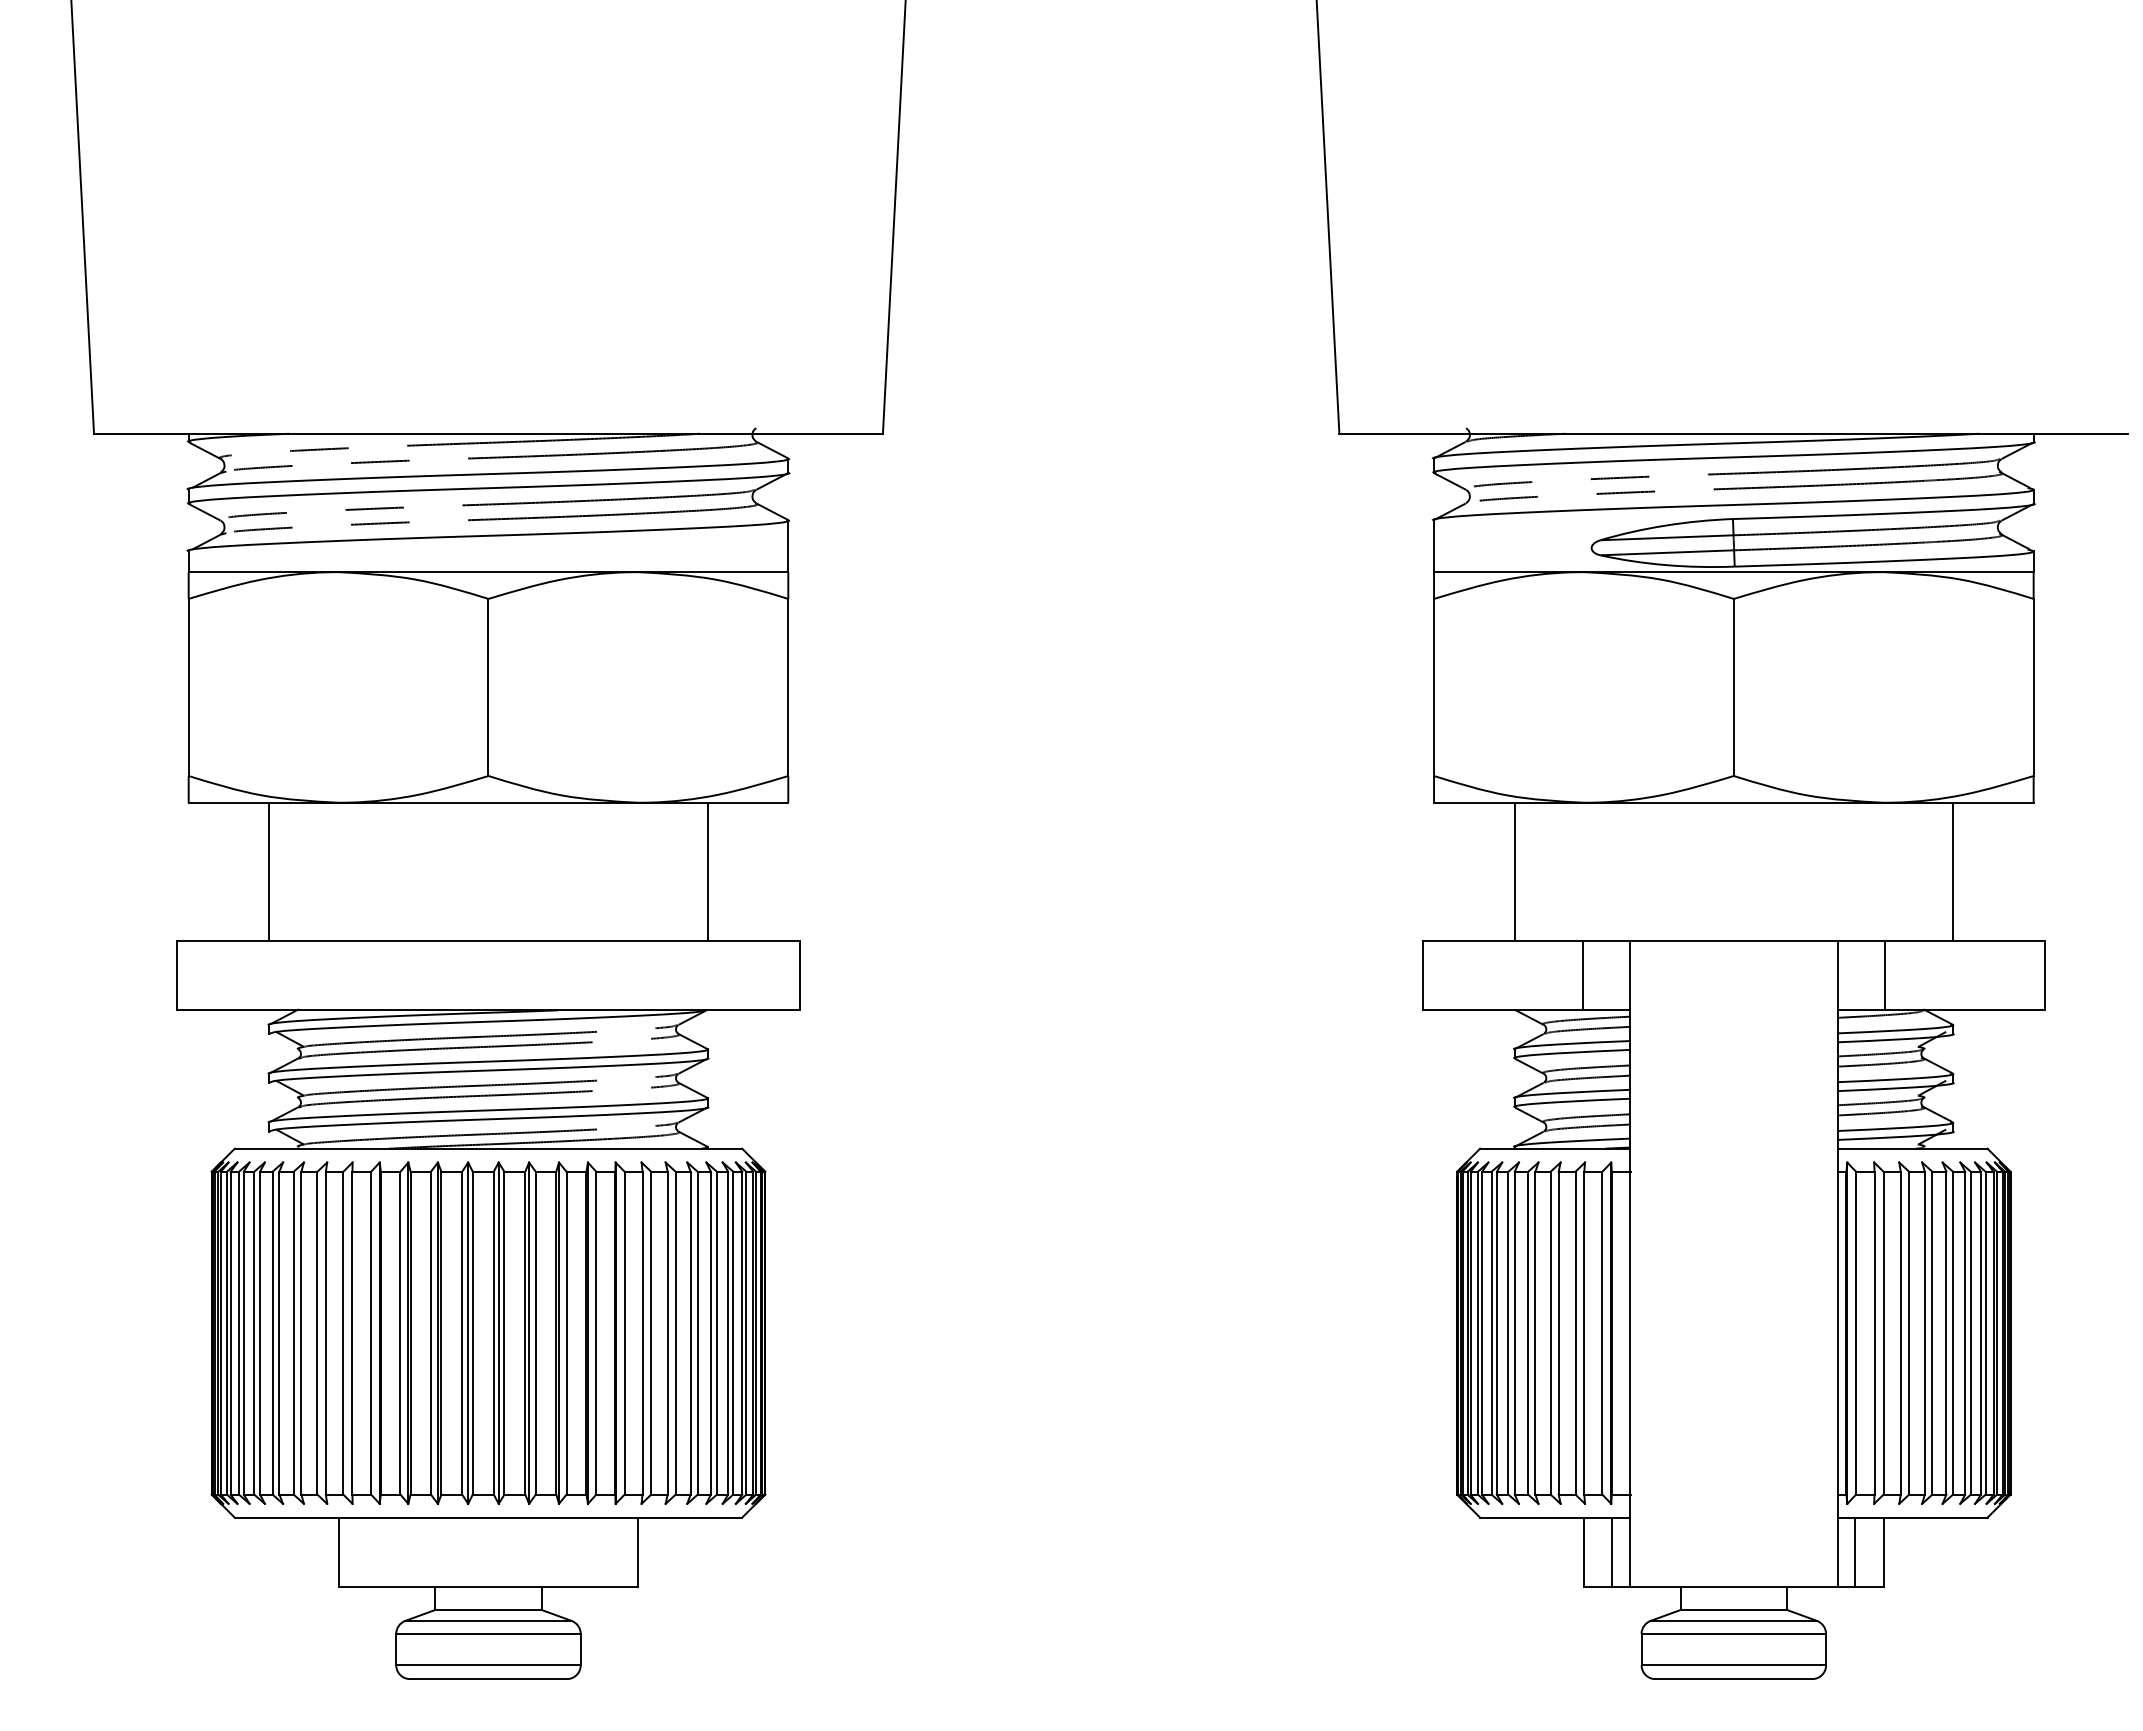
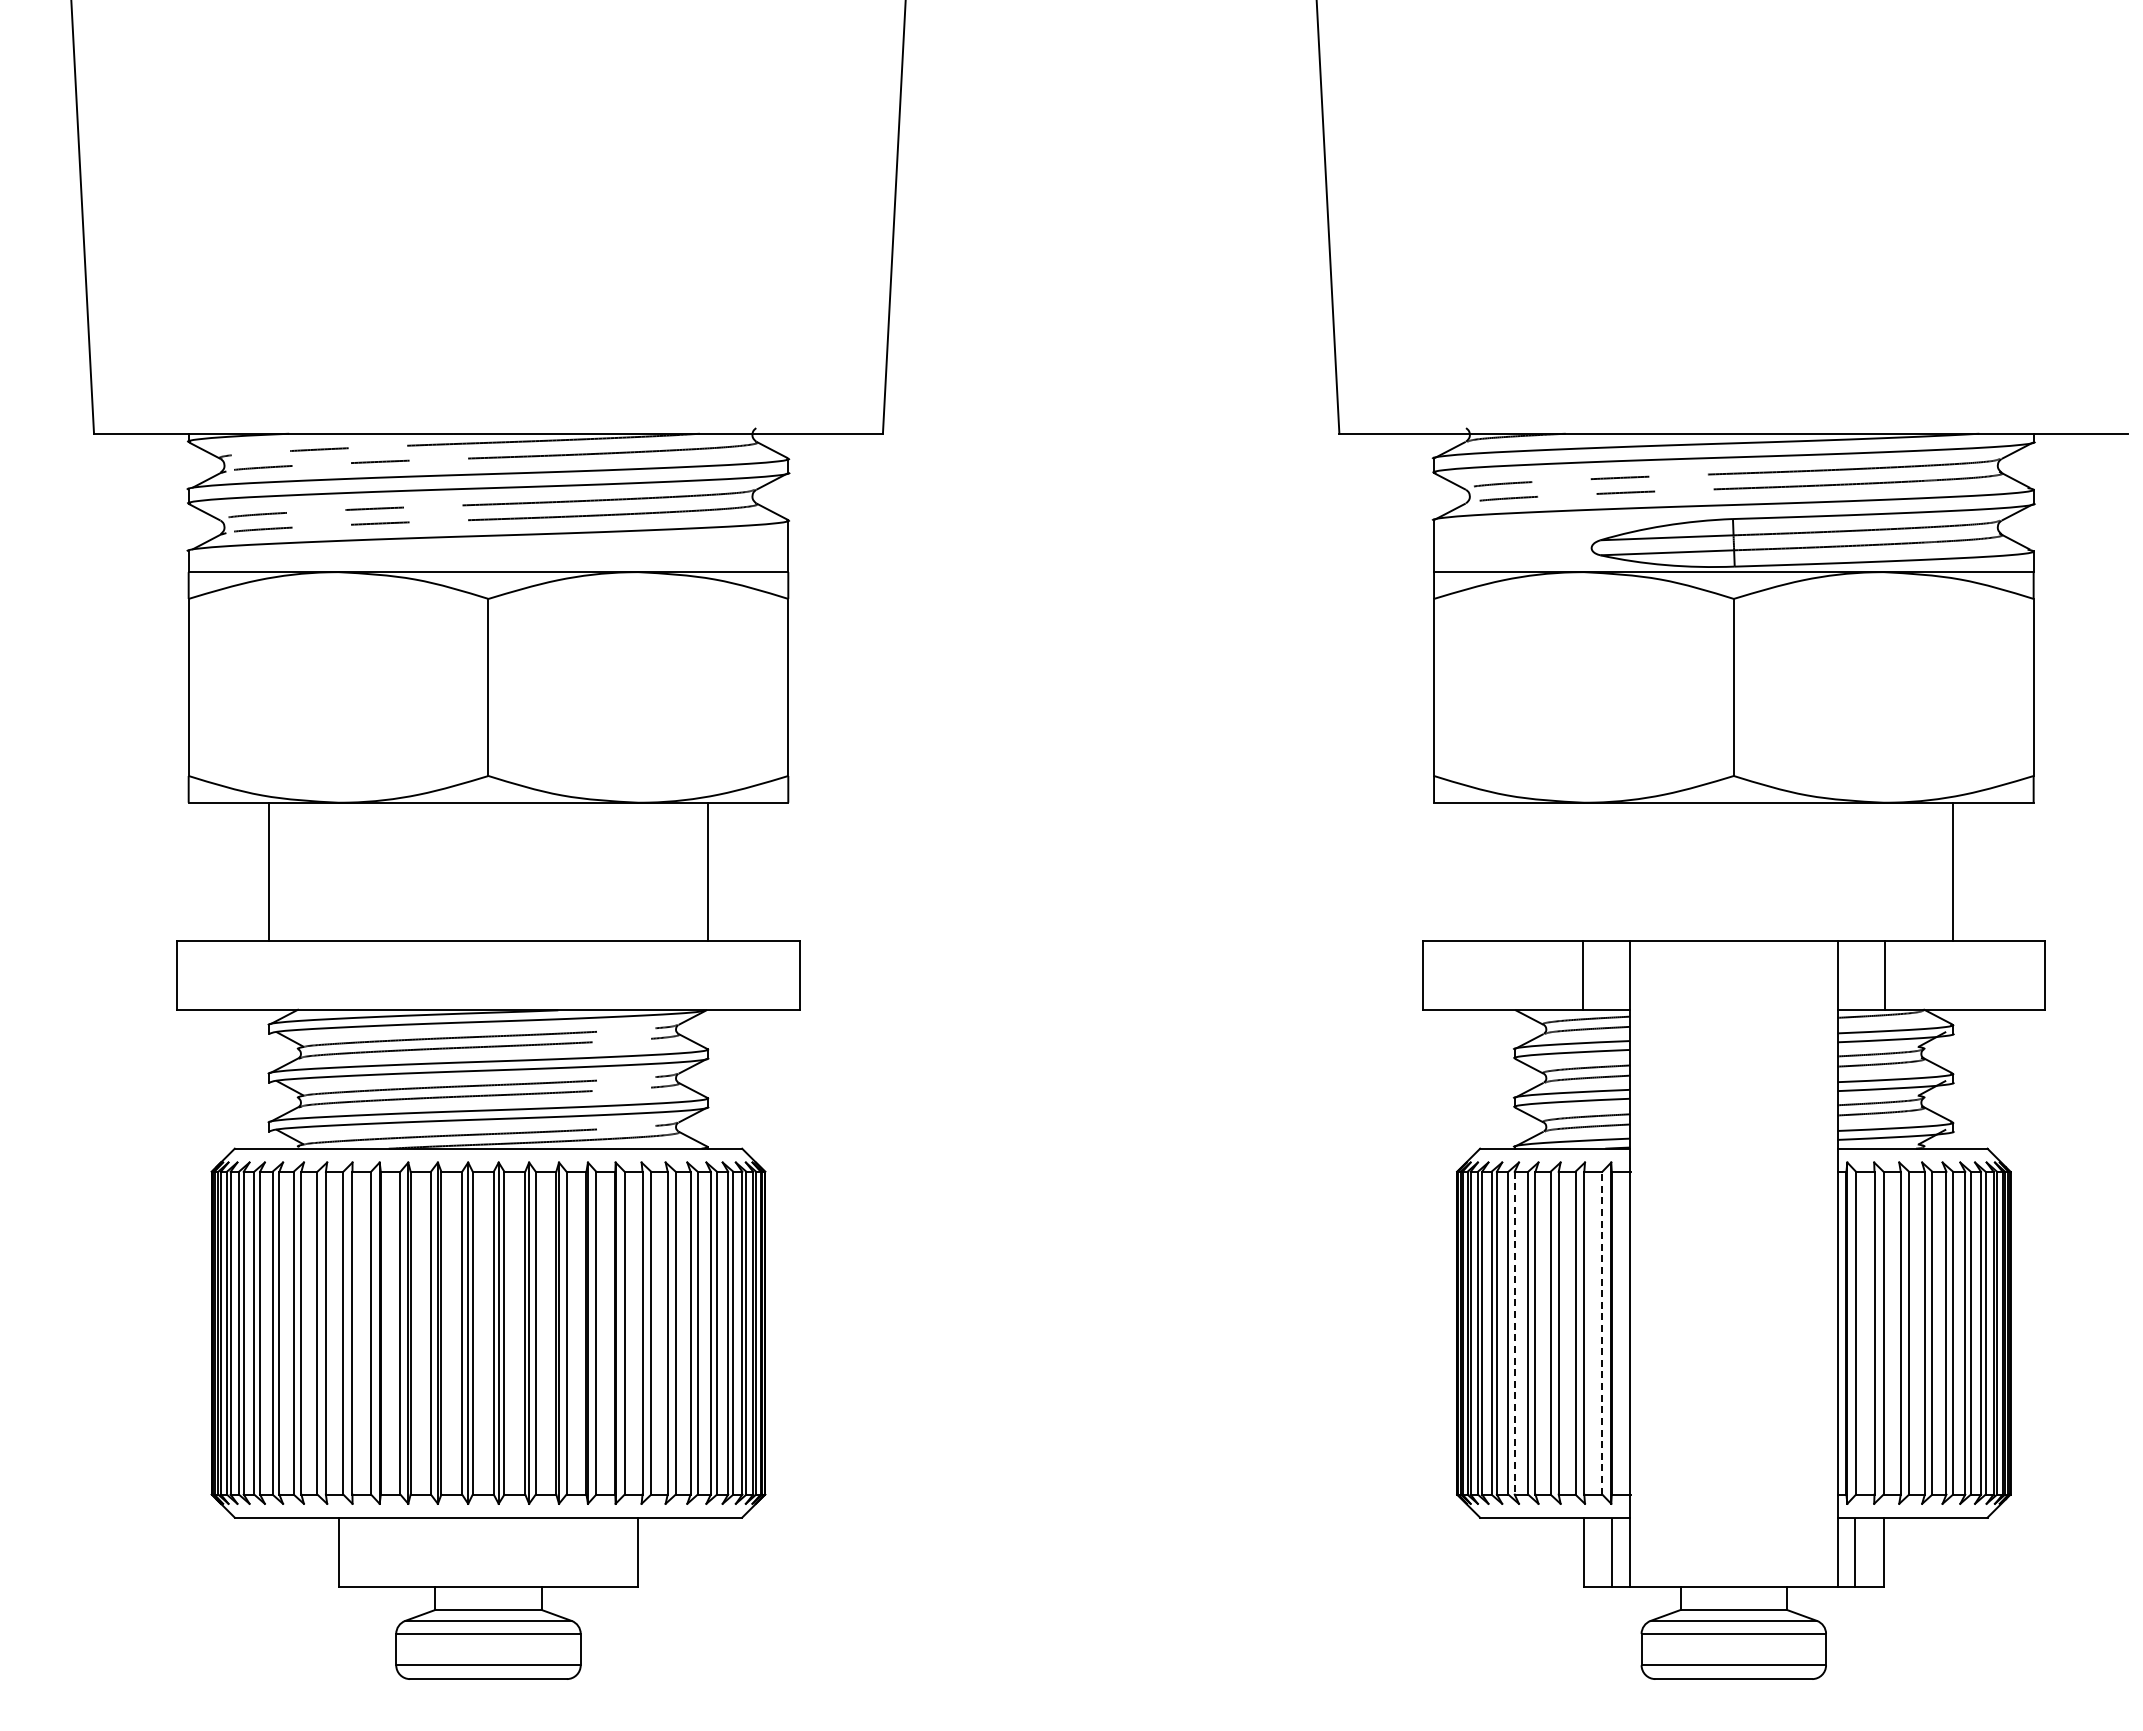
line at (1514, 871): present -> none
line at (1602, 1332): solid -> dashed
line at (1514, 1333): solid -> dashed
